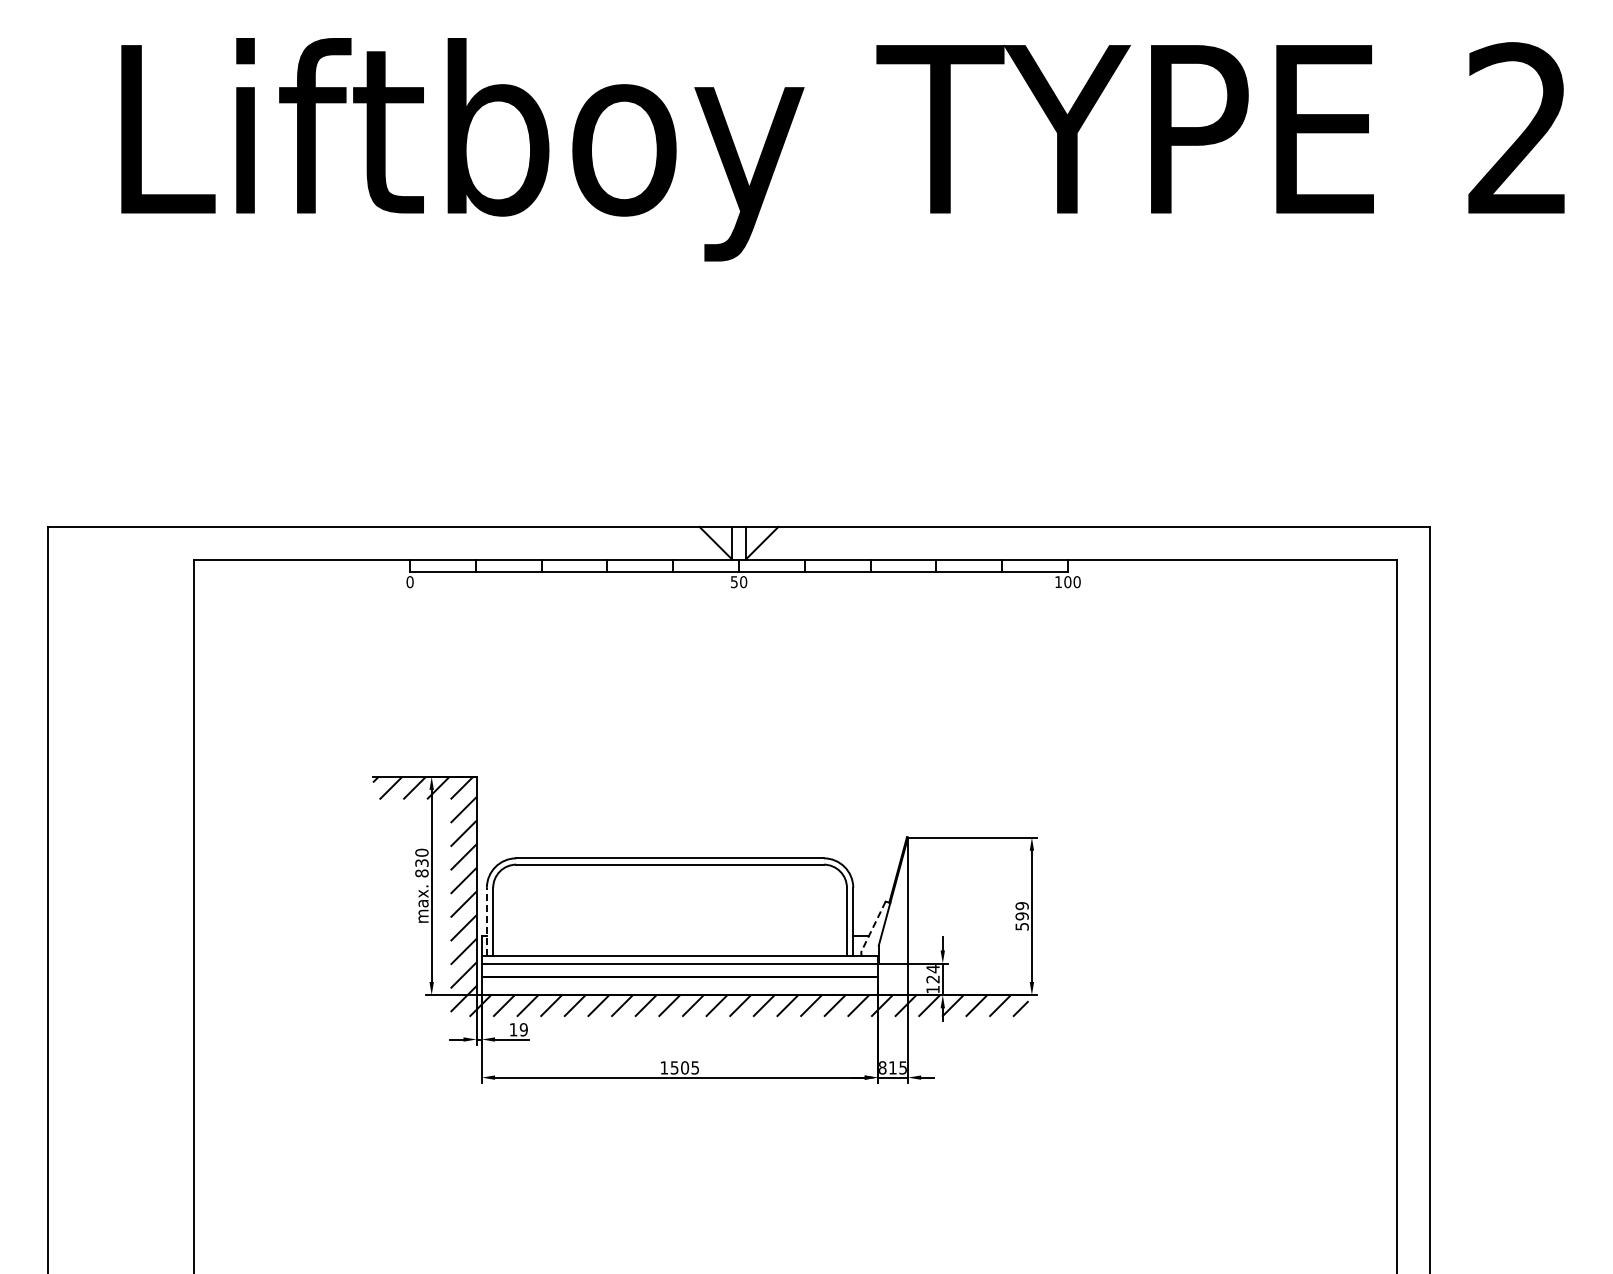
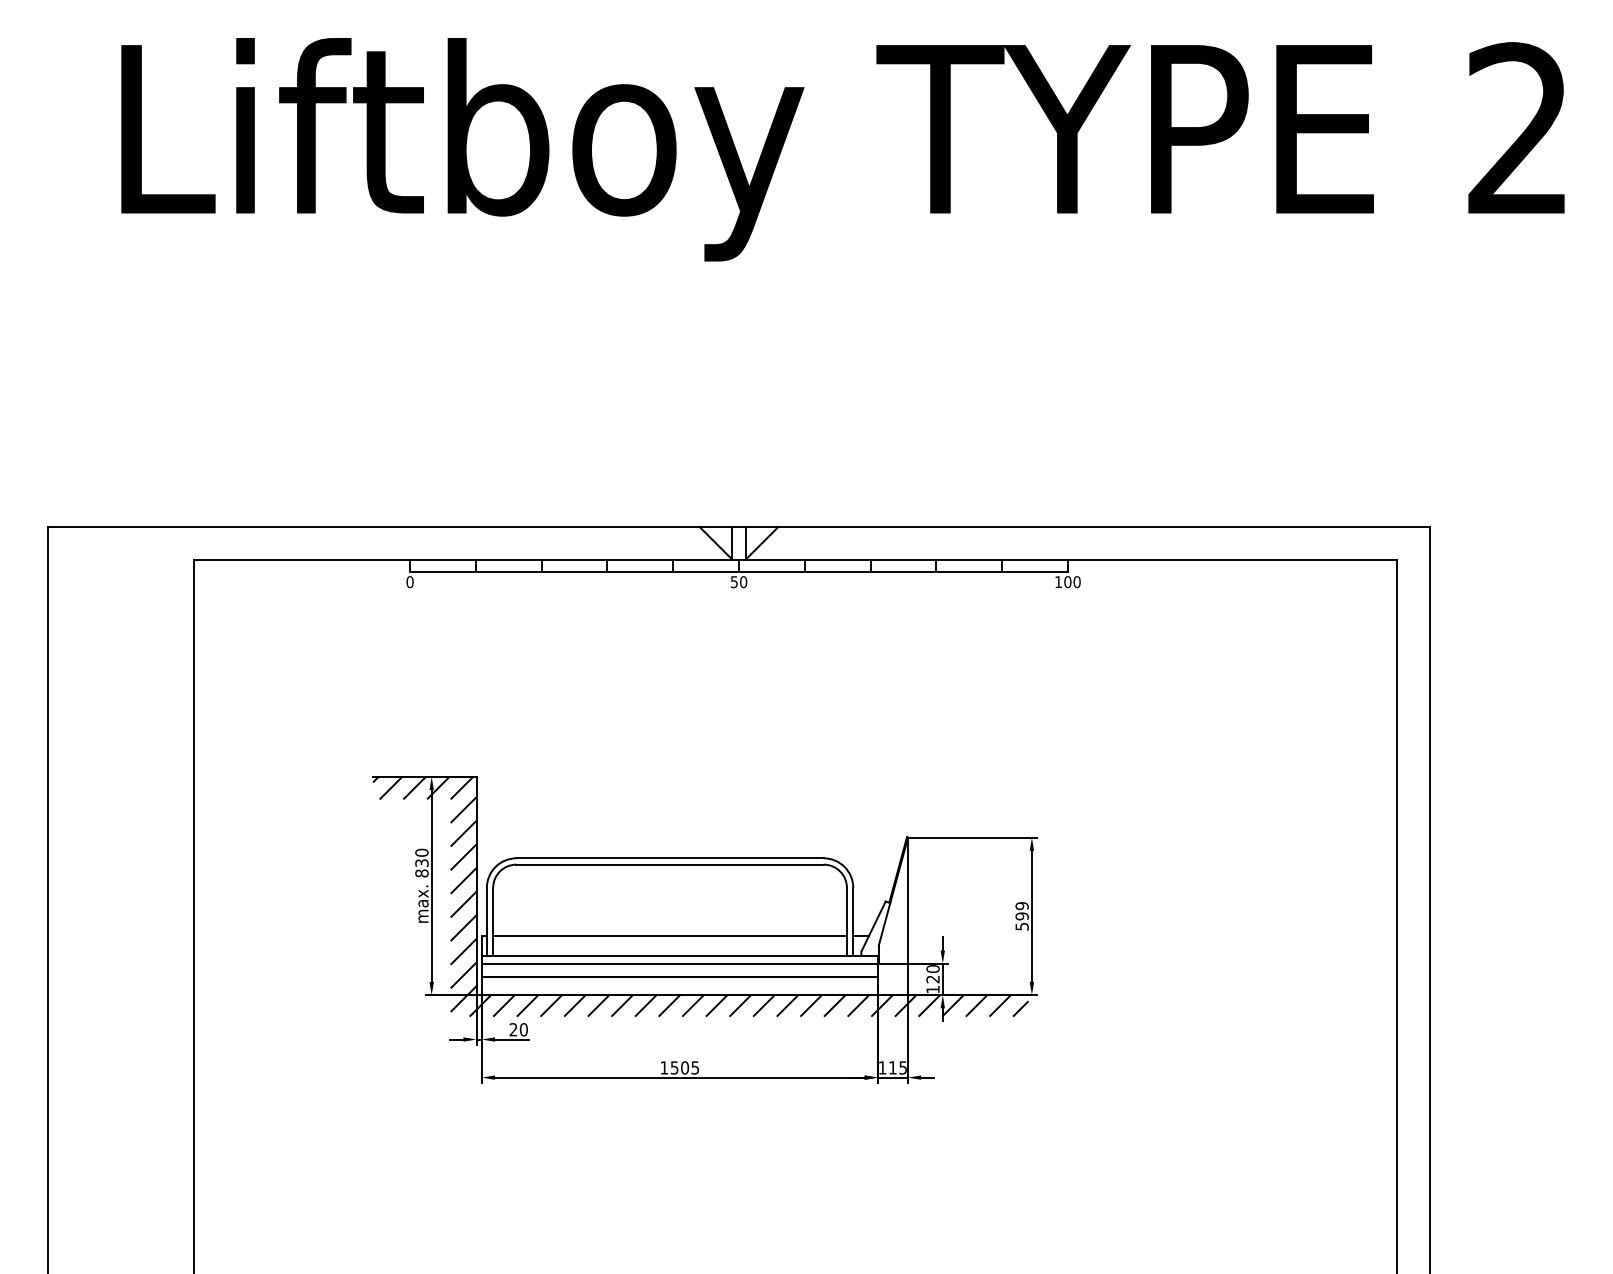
line at (486, 921): dashed -> solid
line at (873, 926): dashed -> solid
line at (669, 936): none -> present
text at (932, 969): 124 -> 120
text at (518, 1029): 19 -> 20
text at (882, 1067): 815 -> 115
